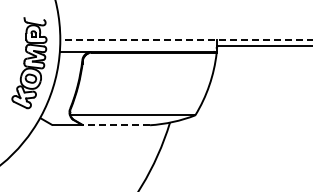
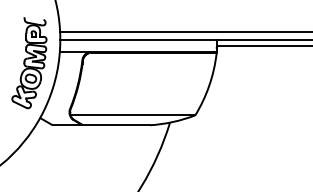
line at (184, 32): none -> present
line at (186, 39): dashed -> solid
line at (116, 125): dashed -> solid
